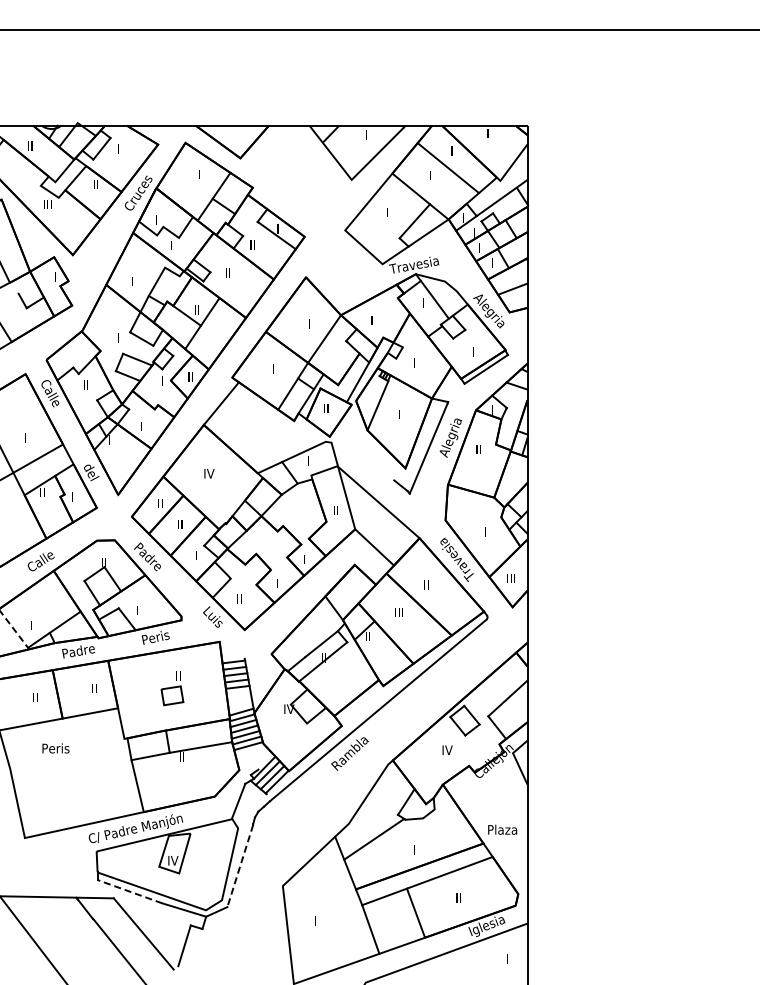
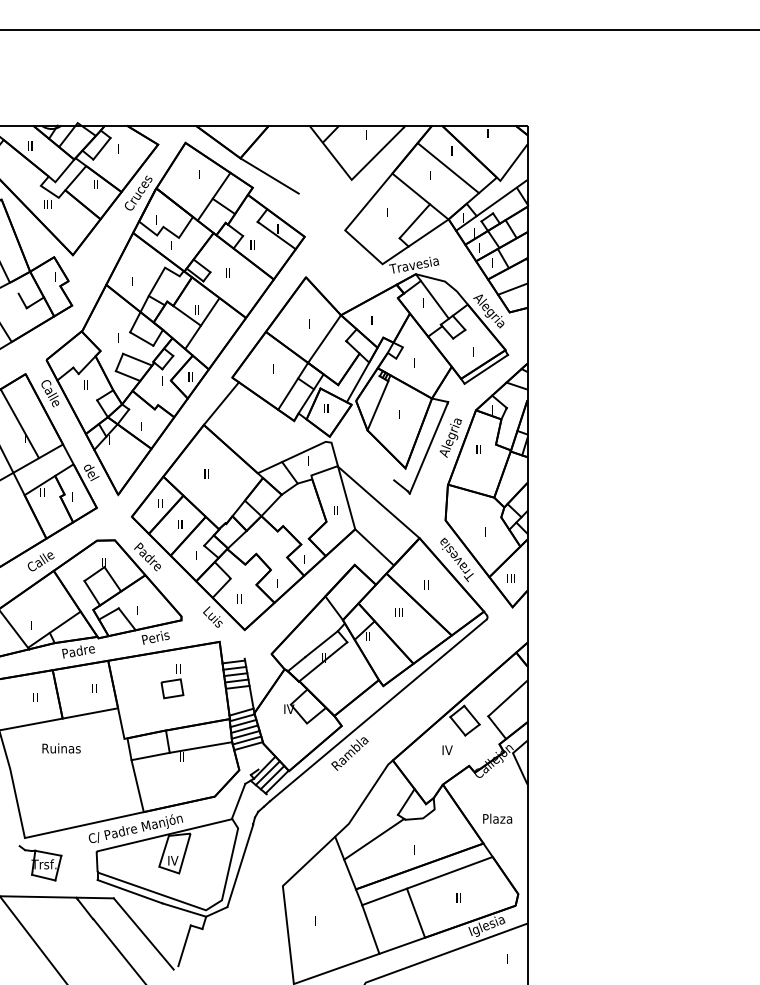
line at (269, 175): none -> present
line at (20, 424): none -> present
text at (209, 473): IV -> II
line at (15, 630): dashed -> solid
part at (172, 688) position: (172, 688) -> (172, 681)
text at (62, 748): Peris -> Ruinas
text at (502, 829) position: (502, 829) -> (497, 818)
part at (40, 863): none -> present
line at (240, 866): dashed -> solid
line at (129, 891): dashed -> solid
